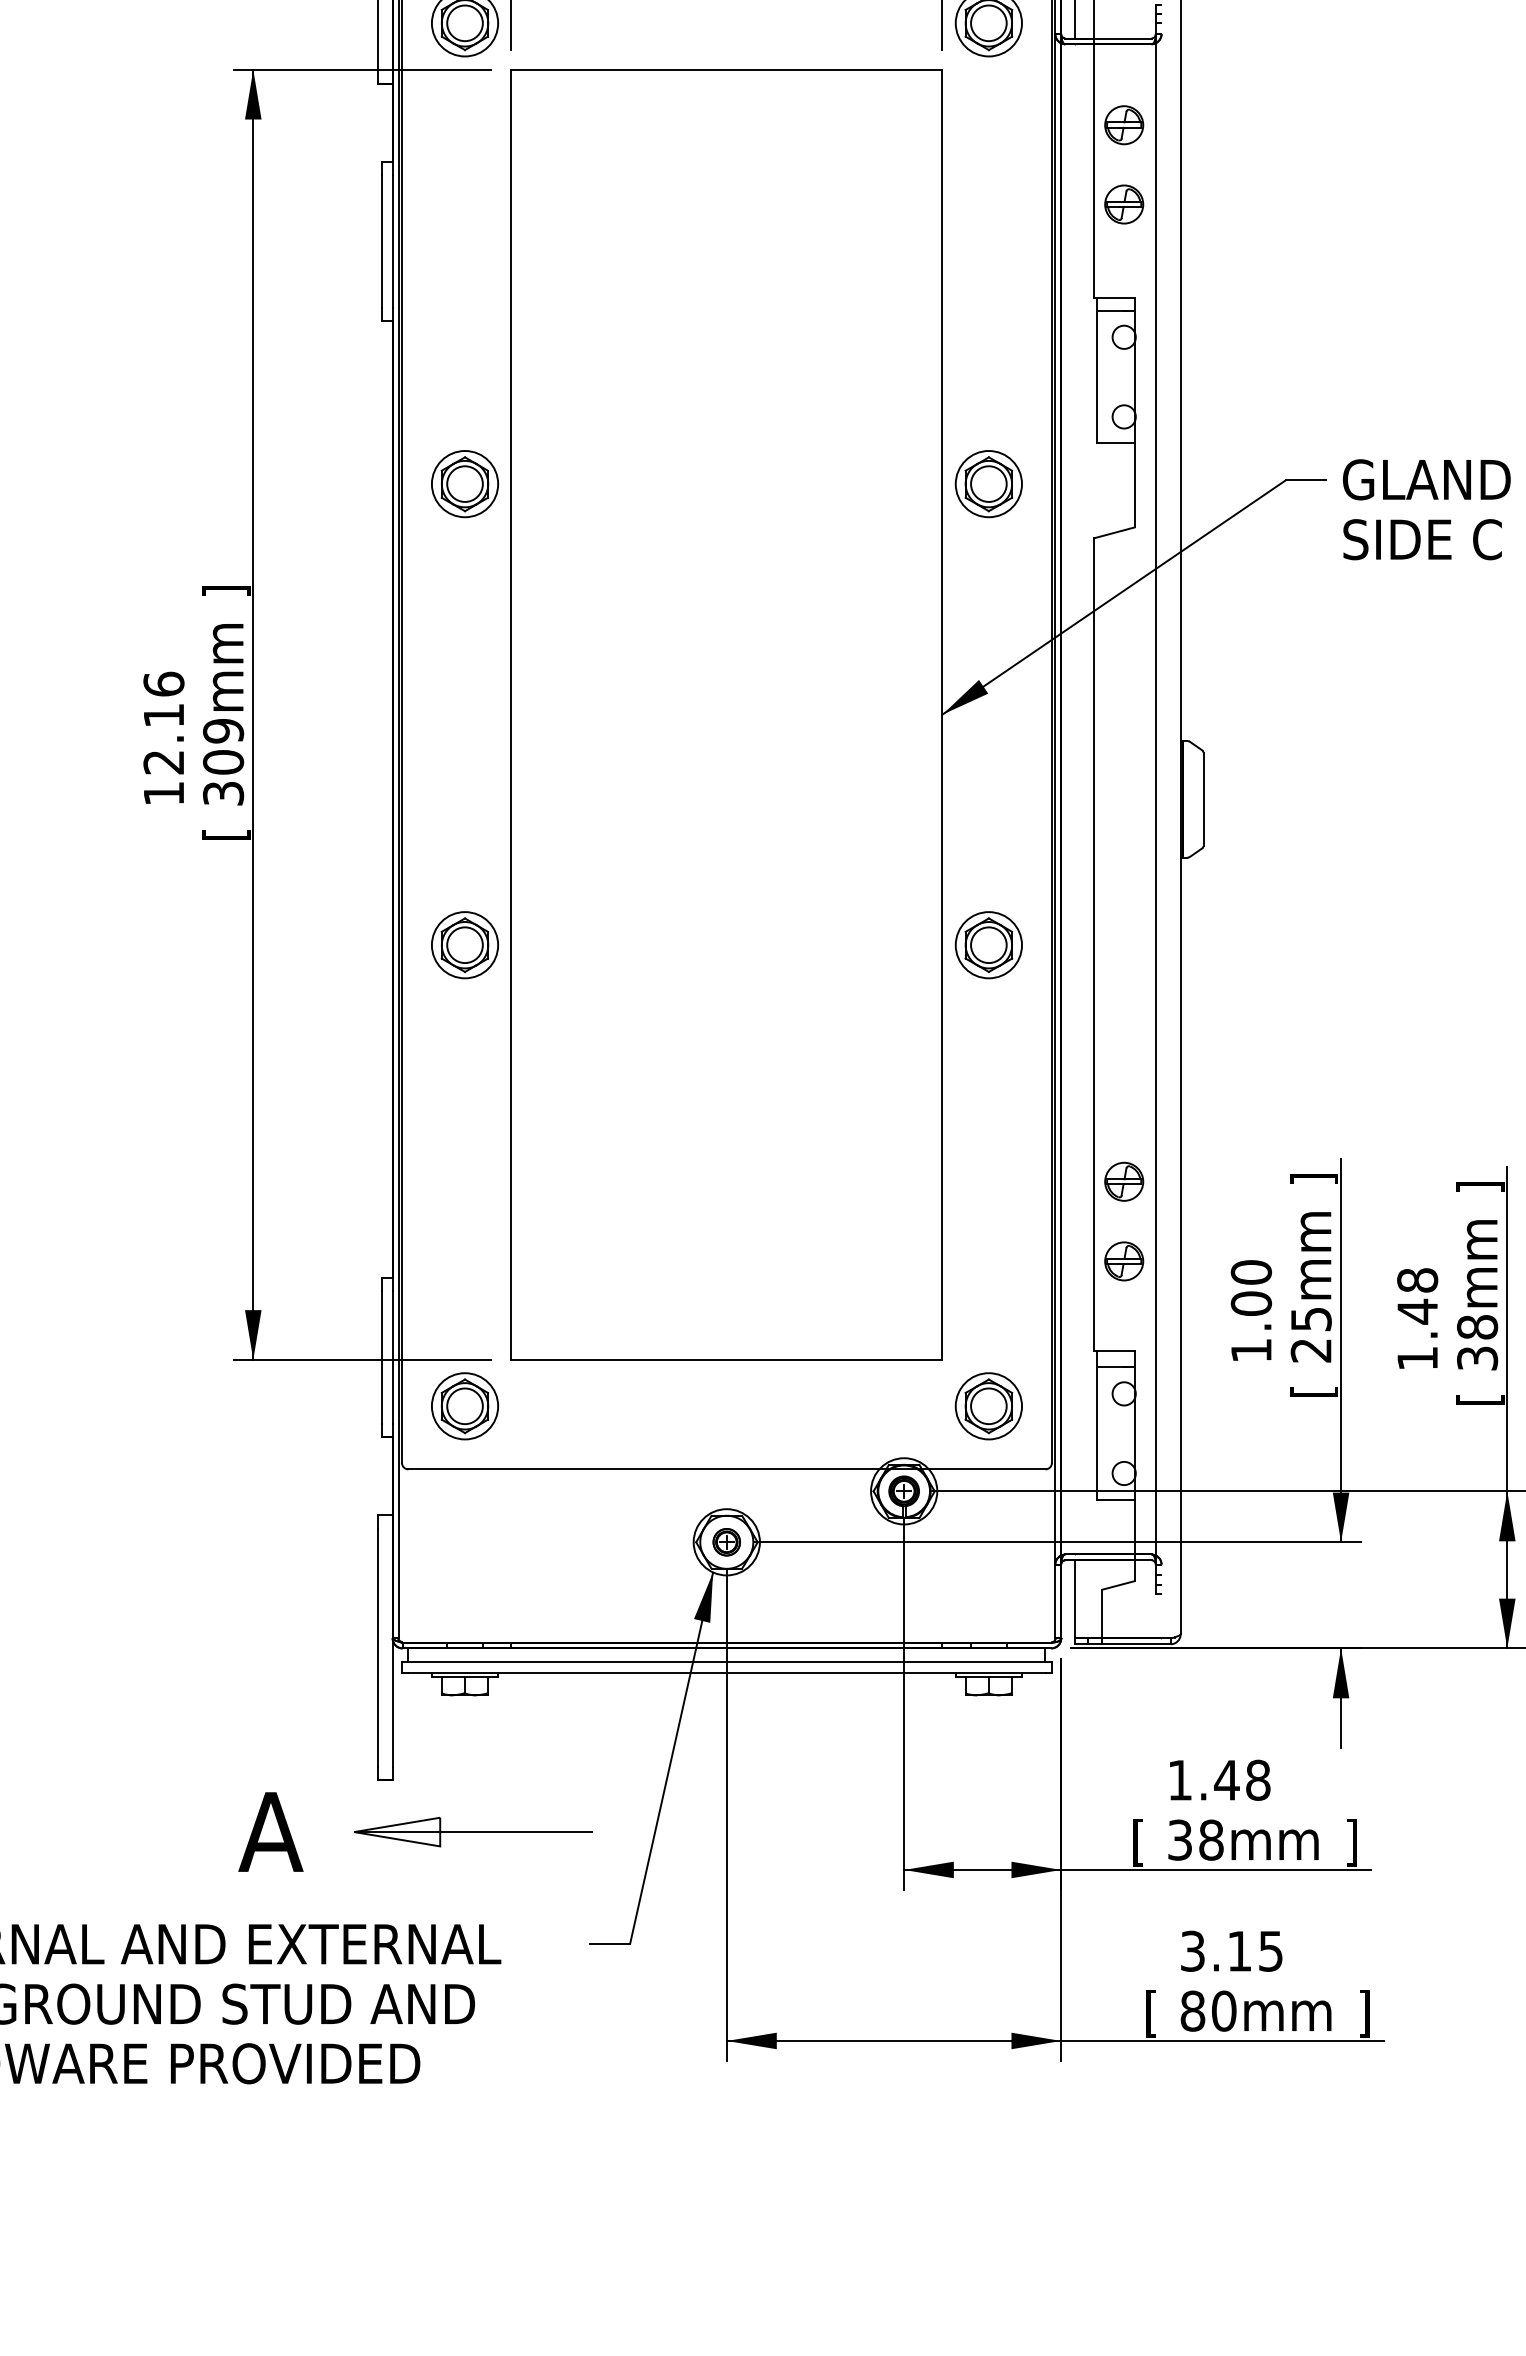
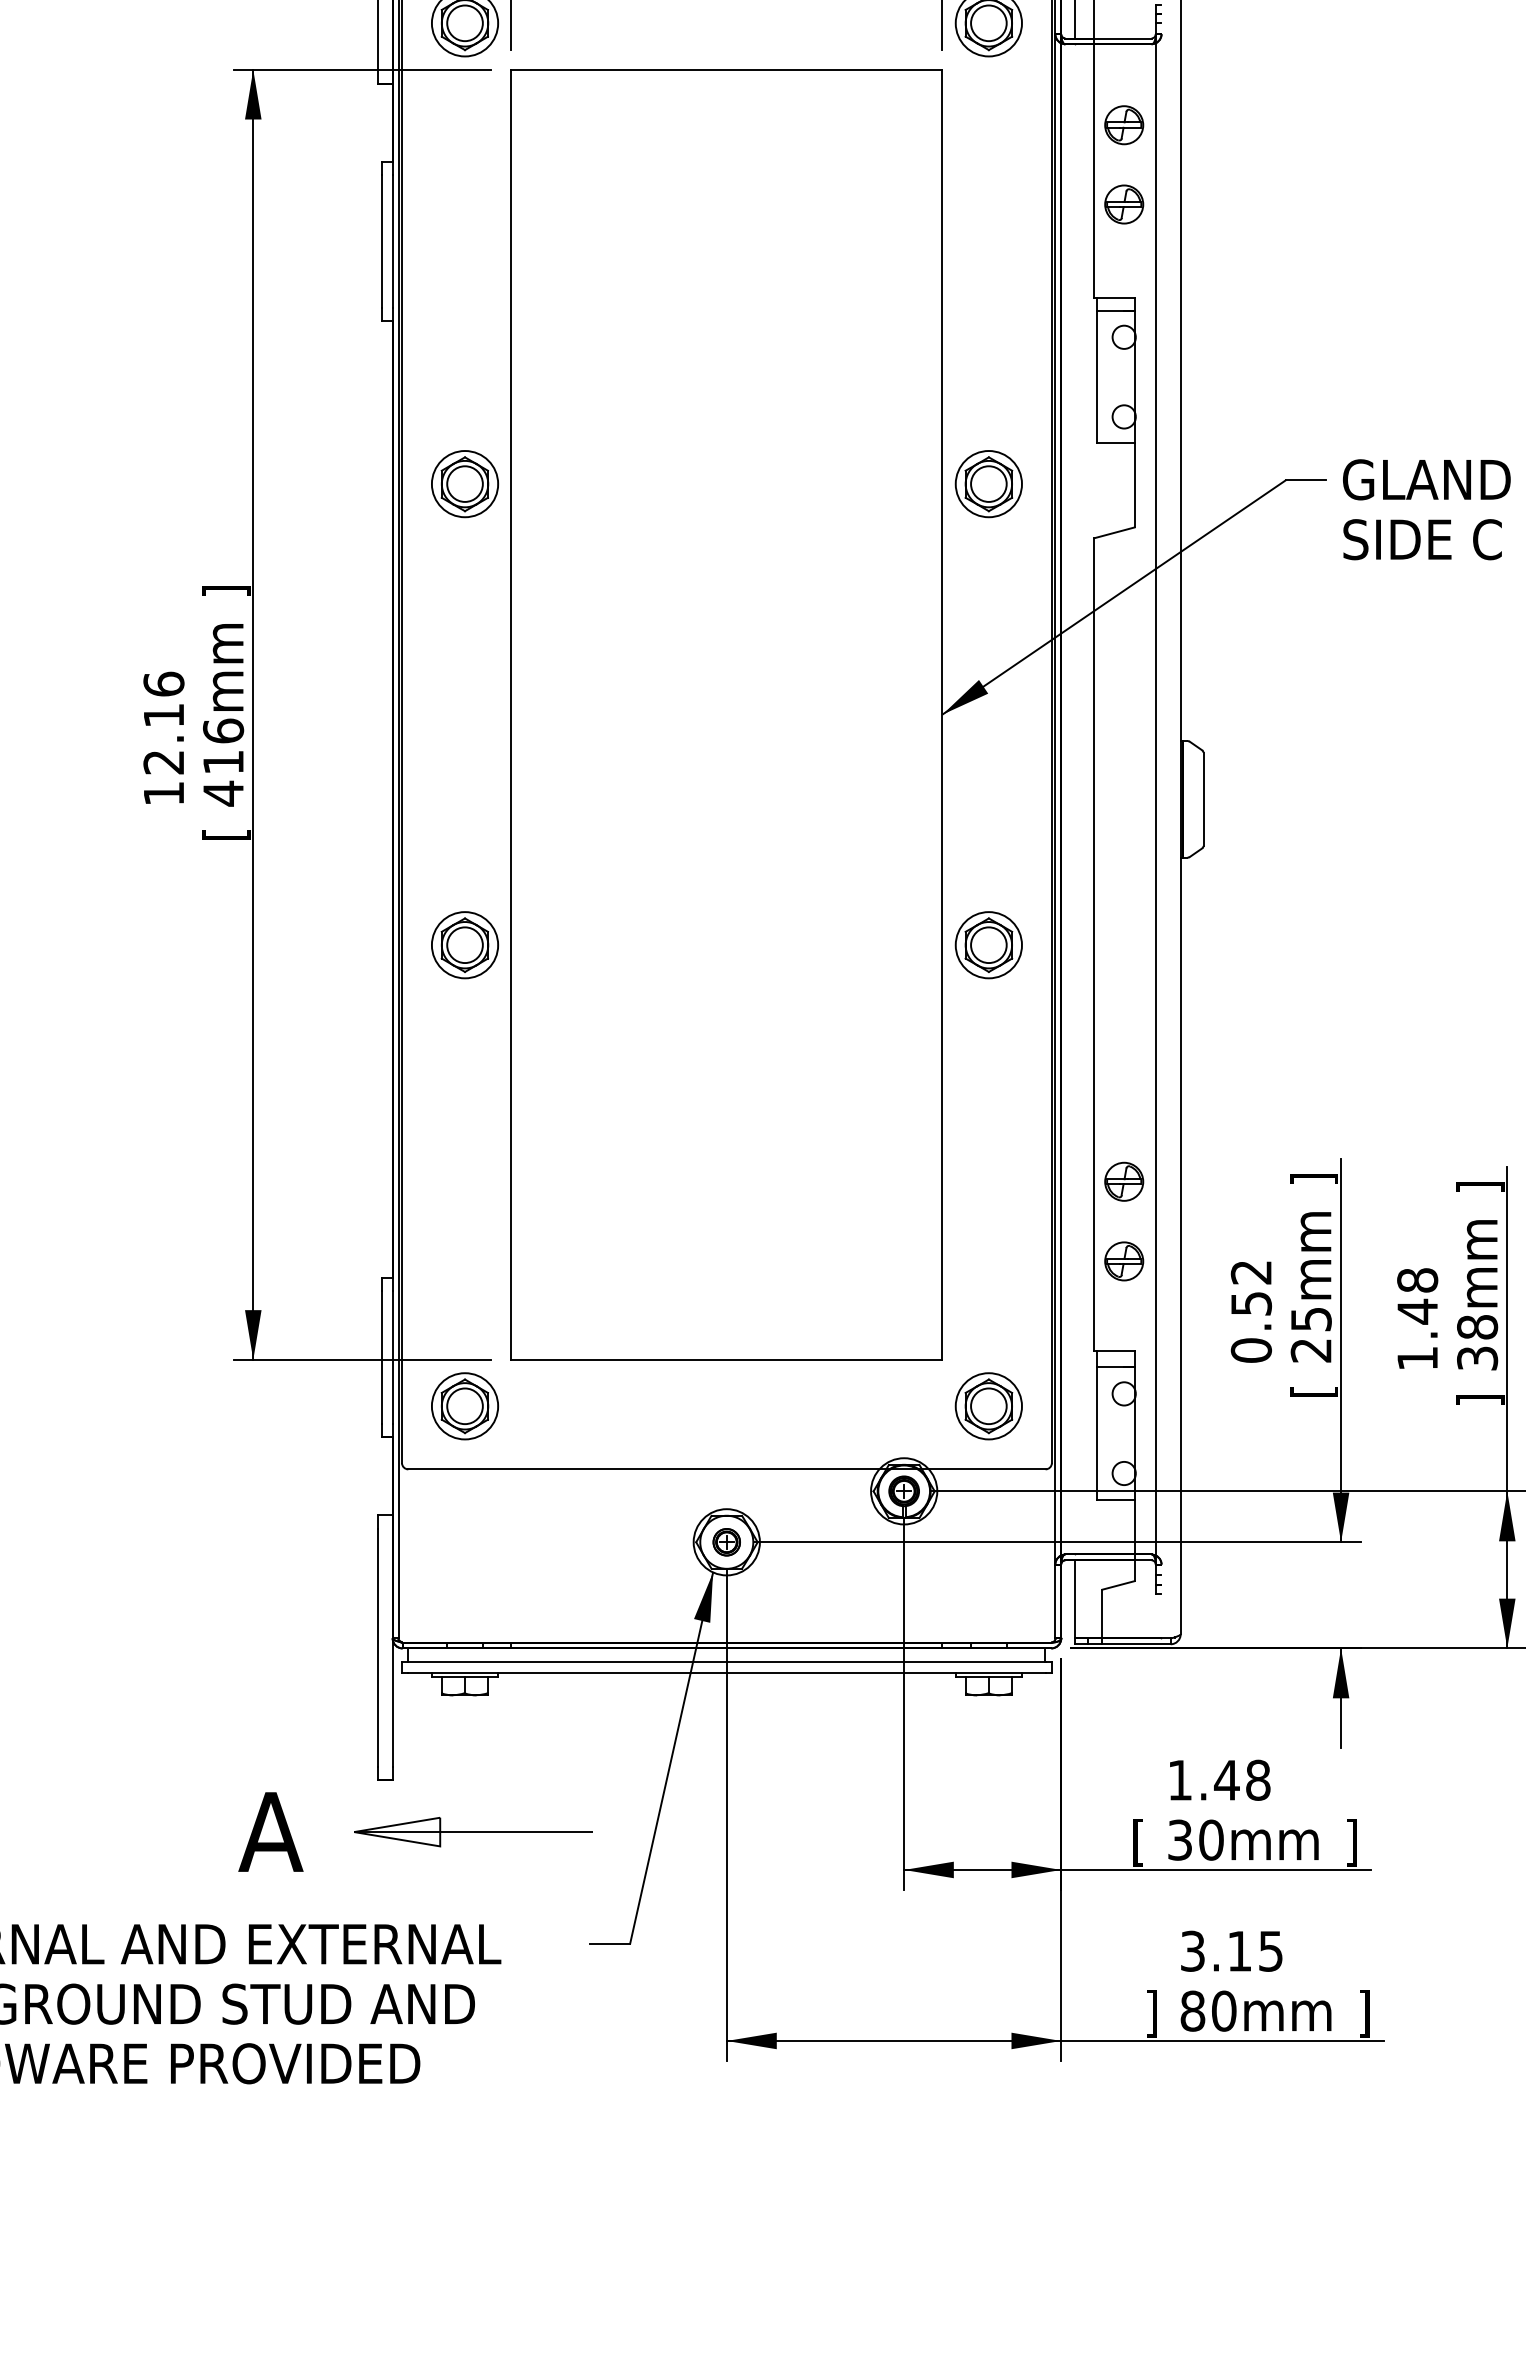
text at (223, 762): 309mm -> 416mm
text at (1251, 1311): 1.00 -> 0.52
text at (1480, 1399): [ -> ]
text at (1211, 1839): 38mm -> 30mm
text at (1151, 2013): [ -> ]
